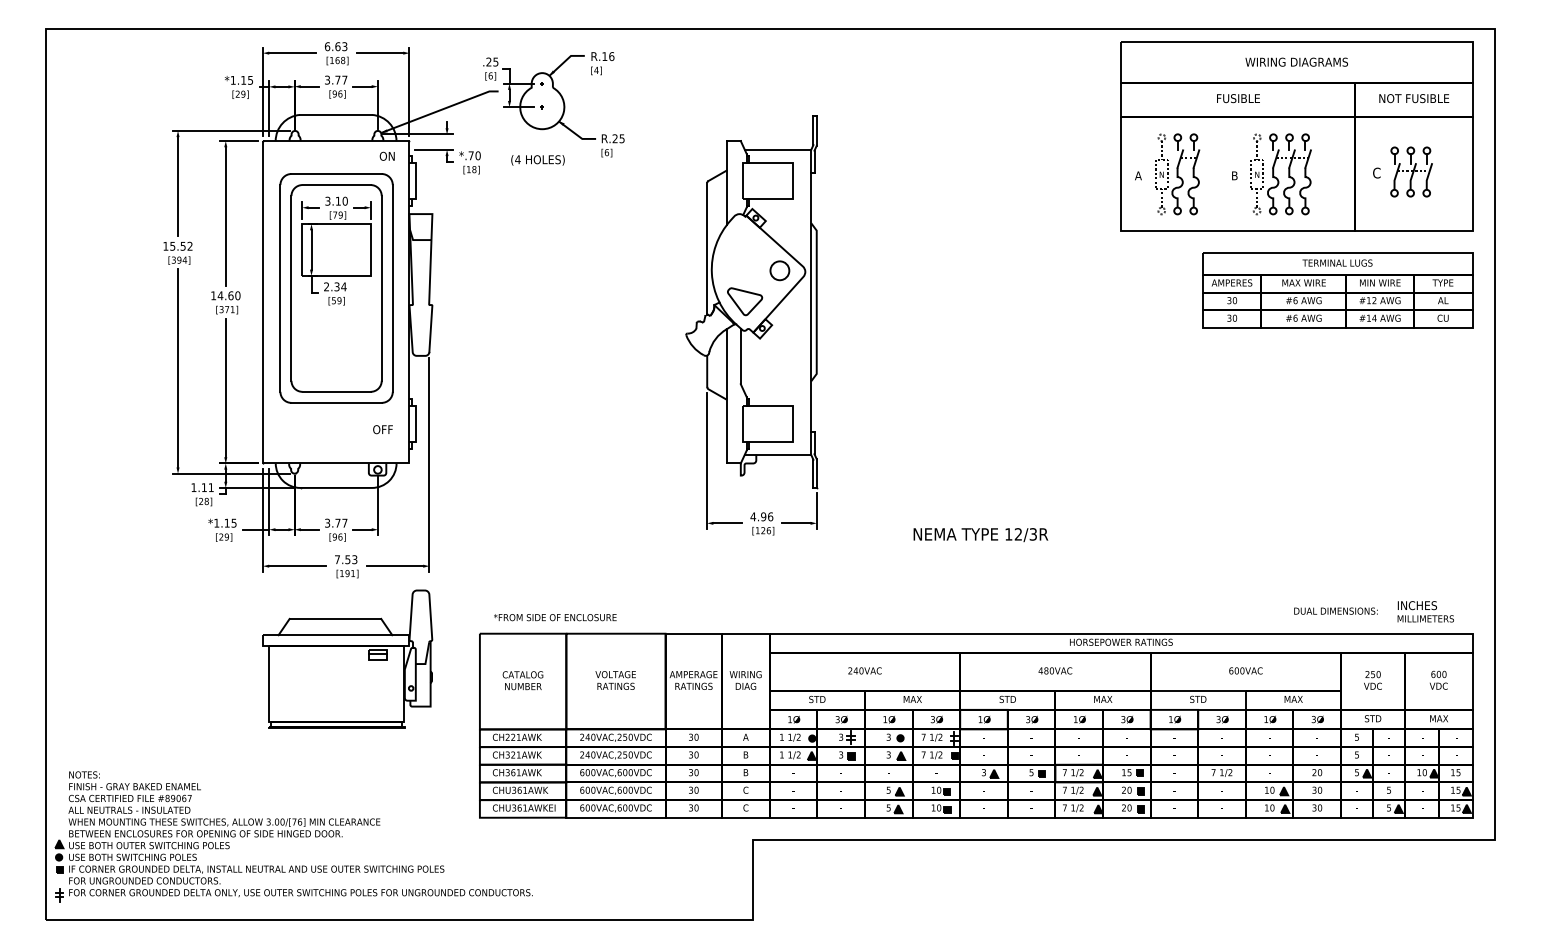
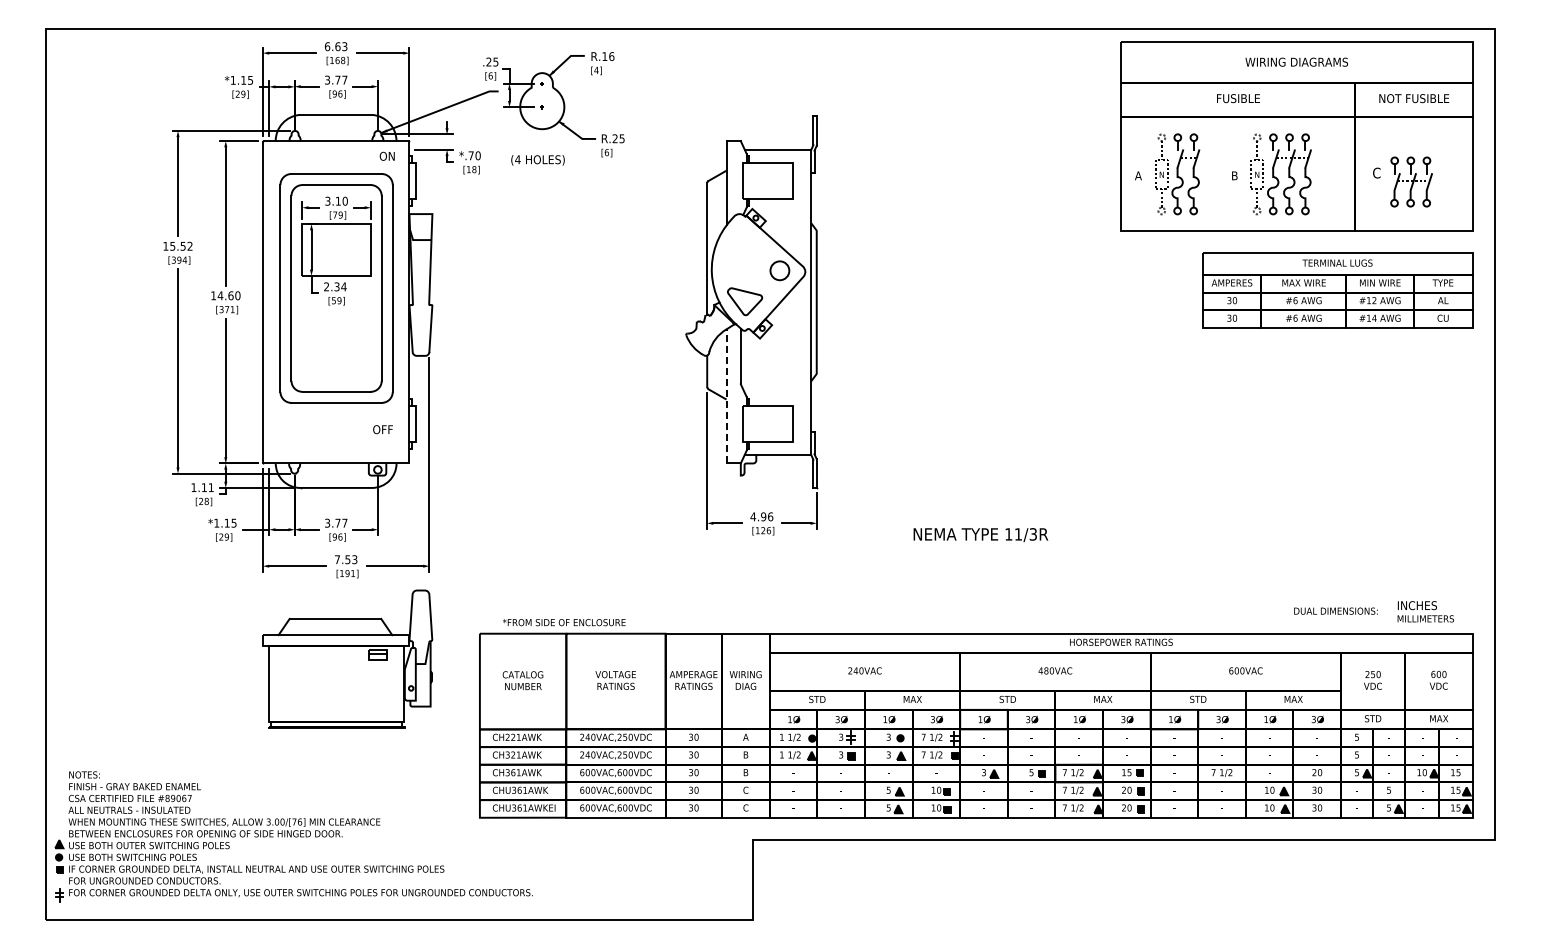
part at (1411, 171) position: (1411, 171) -> (1411, 181)
line at (726, 395): solid -> dashed
text at (1017, 534): 12/3R -> 11/3R
text at (555, 617) position: (555, 617) -> (564, 622)
